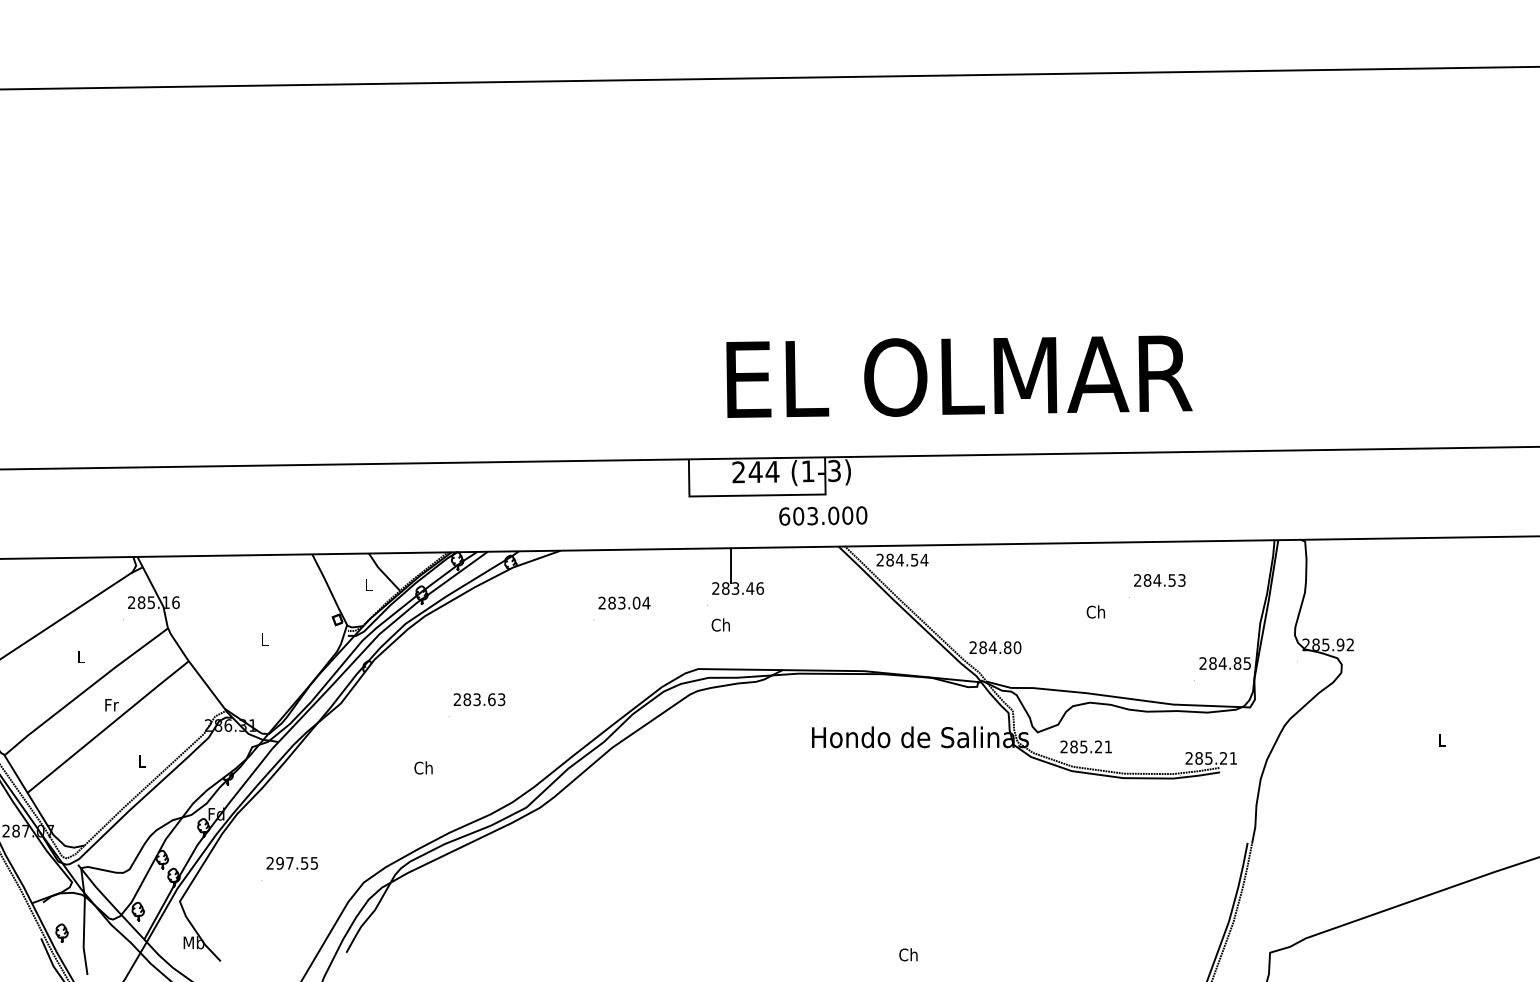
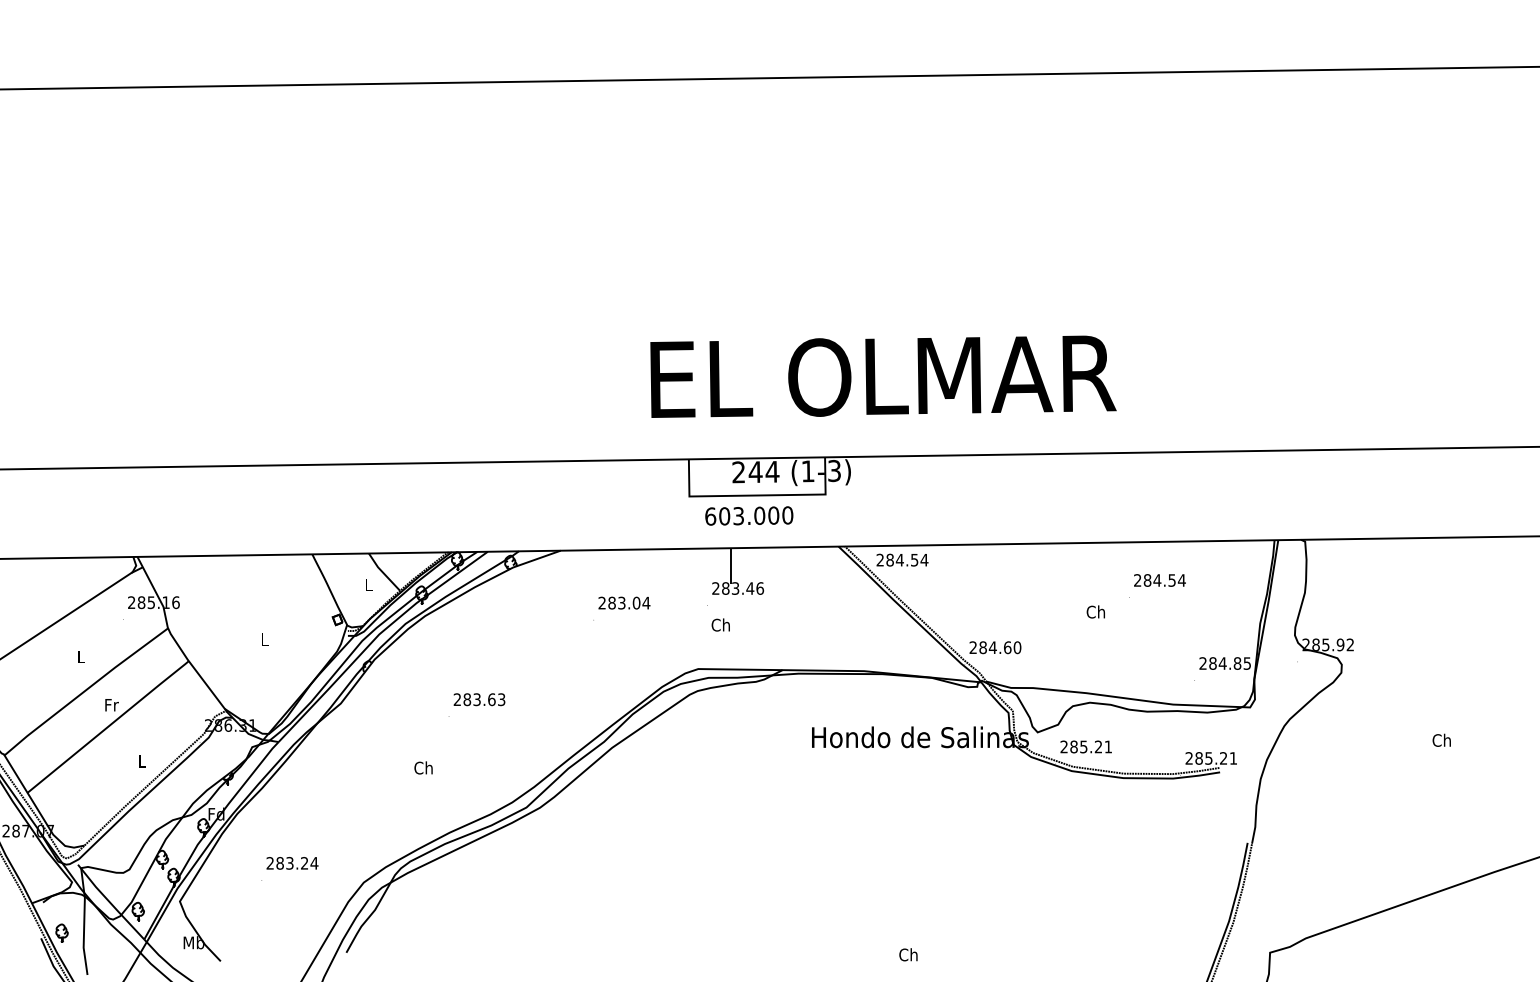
text at (959, 376) position: (959, 376) -> (883, 376)
text at (823, 515) position: (823, 515) -> (749, 515)
text at (1181, 580): 284.53 -> 284.54
text at (1007, 647): 284.80 -> 284.60
text at (1441, 739): L -> Ch
text at (297, 863): 297.55 -> 283.24
